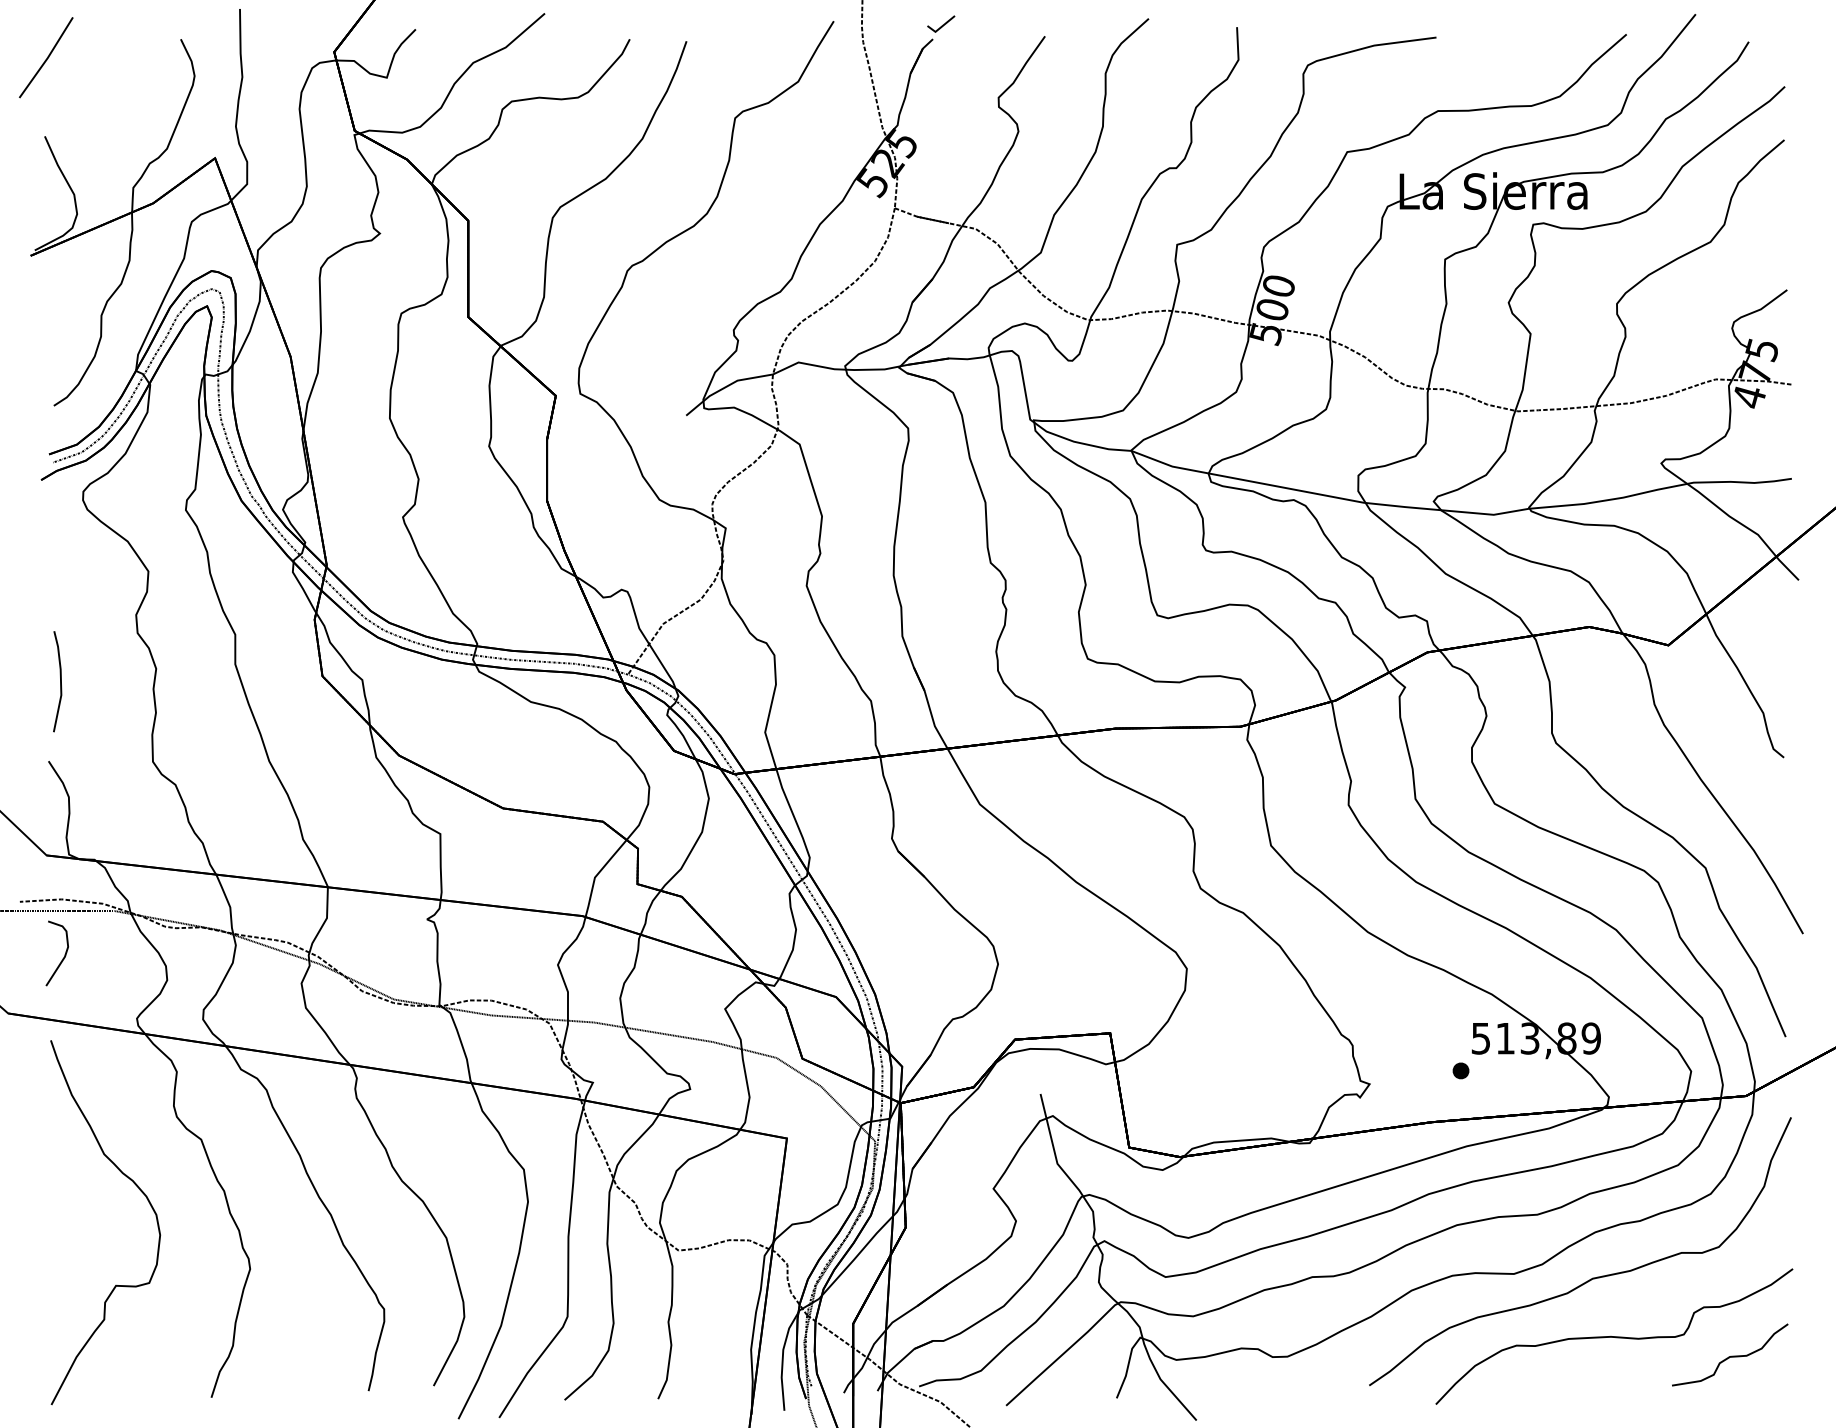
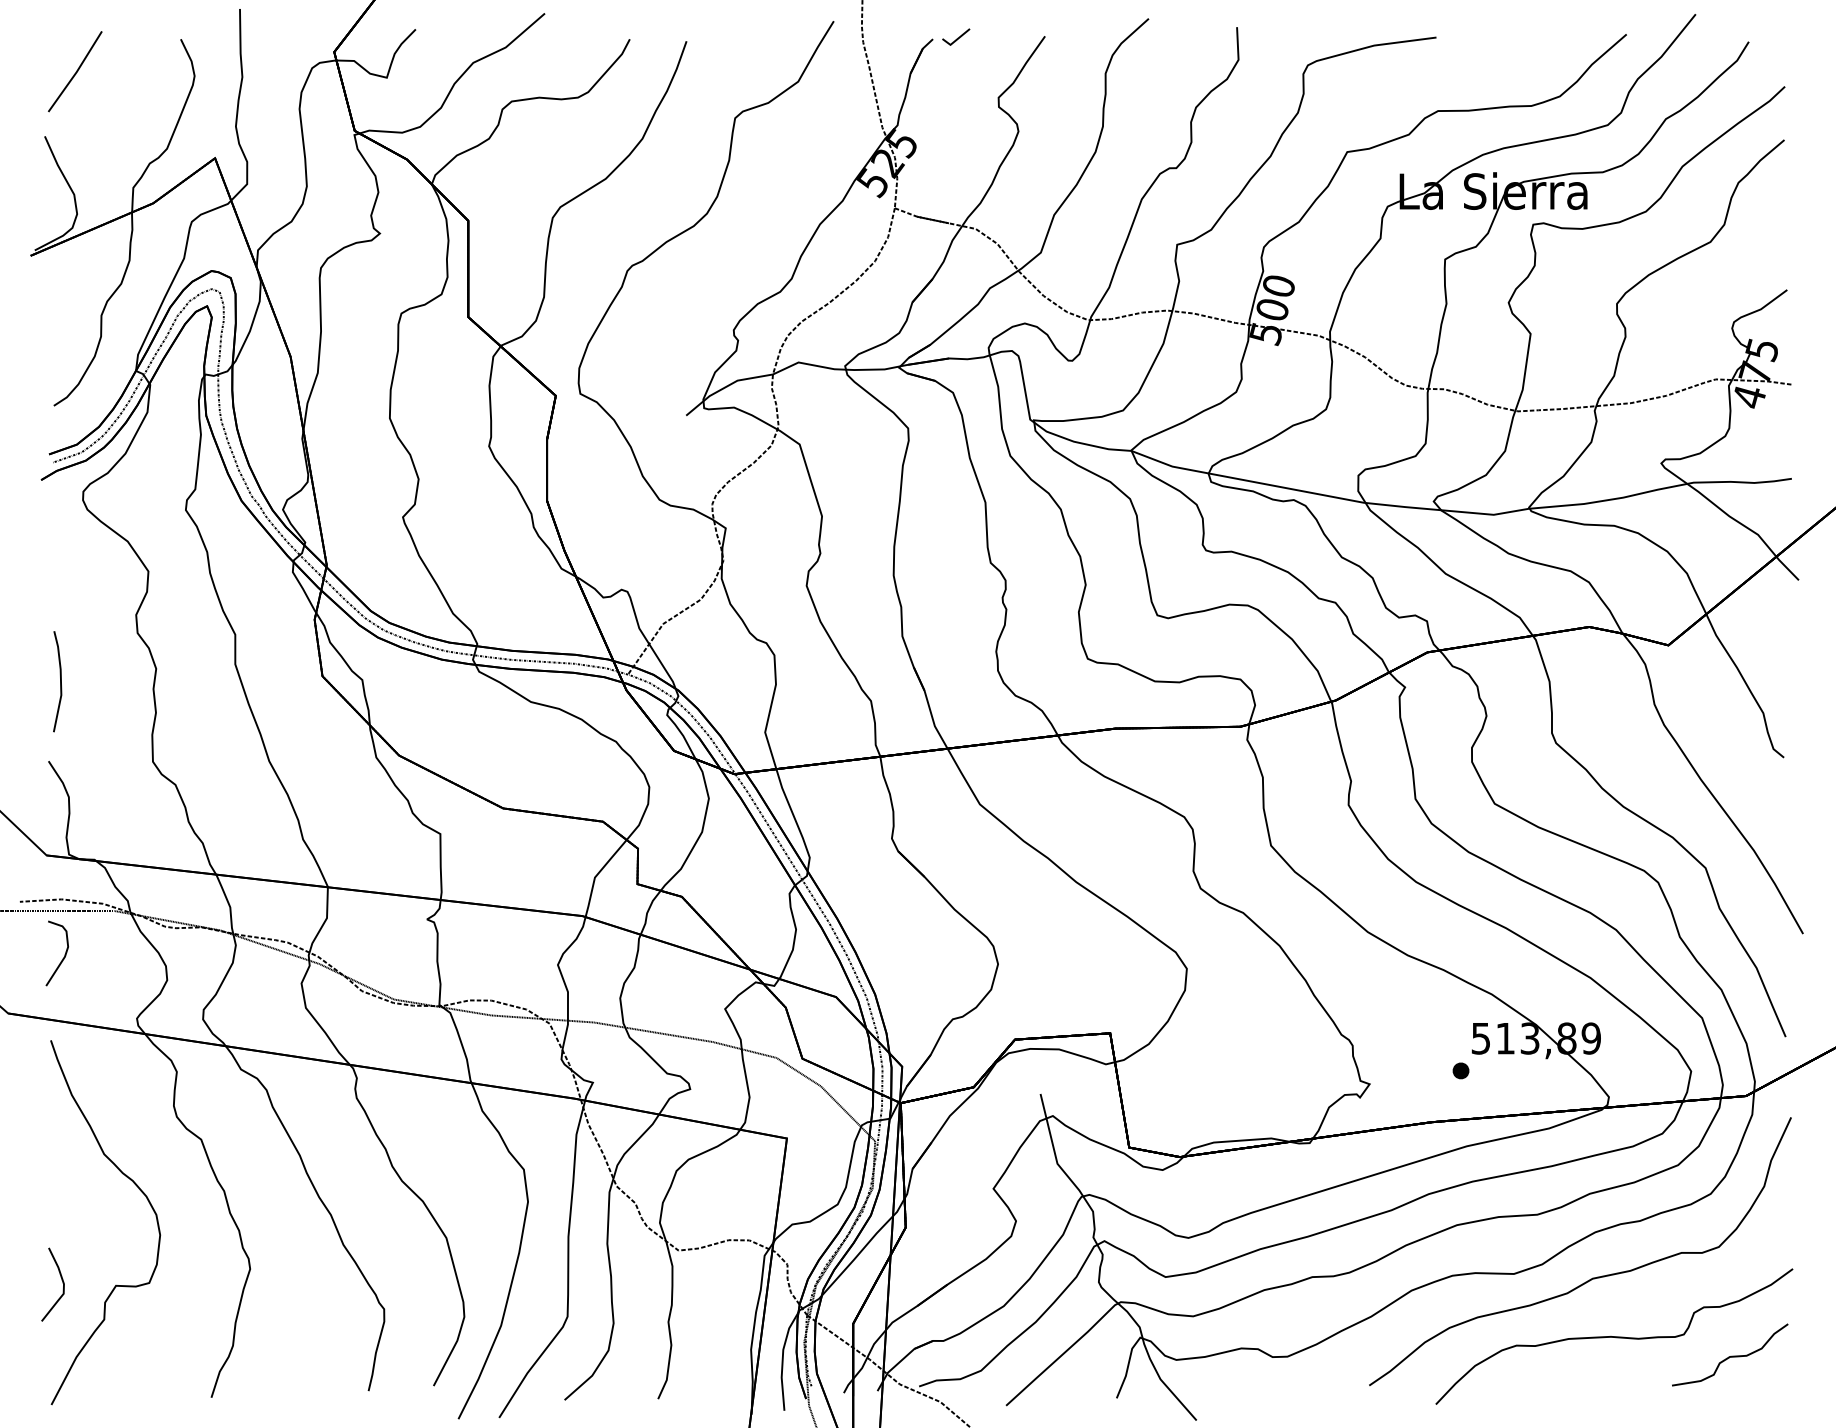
line at (942, 24) position: (942, 24) -> (957, 37)
line at (47, 57) position: (47, 57) -> (76, 71)
curve at (61, 1280): none -> present
